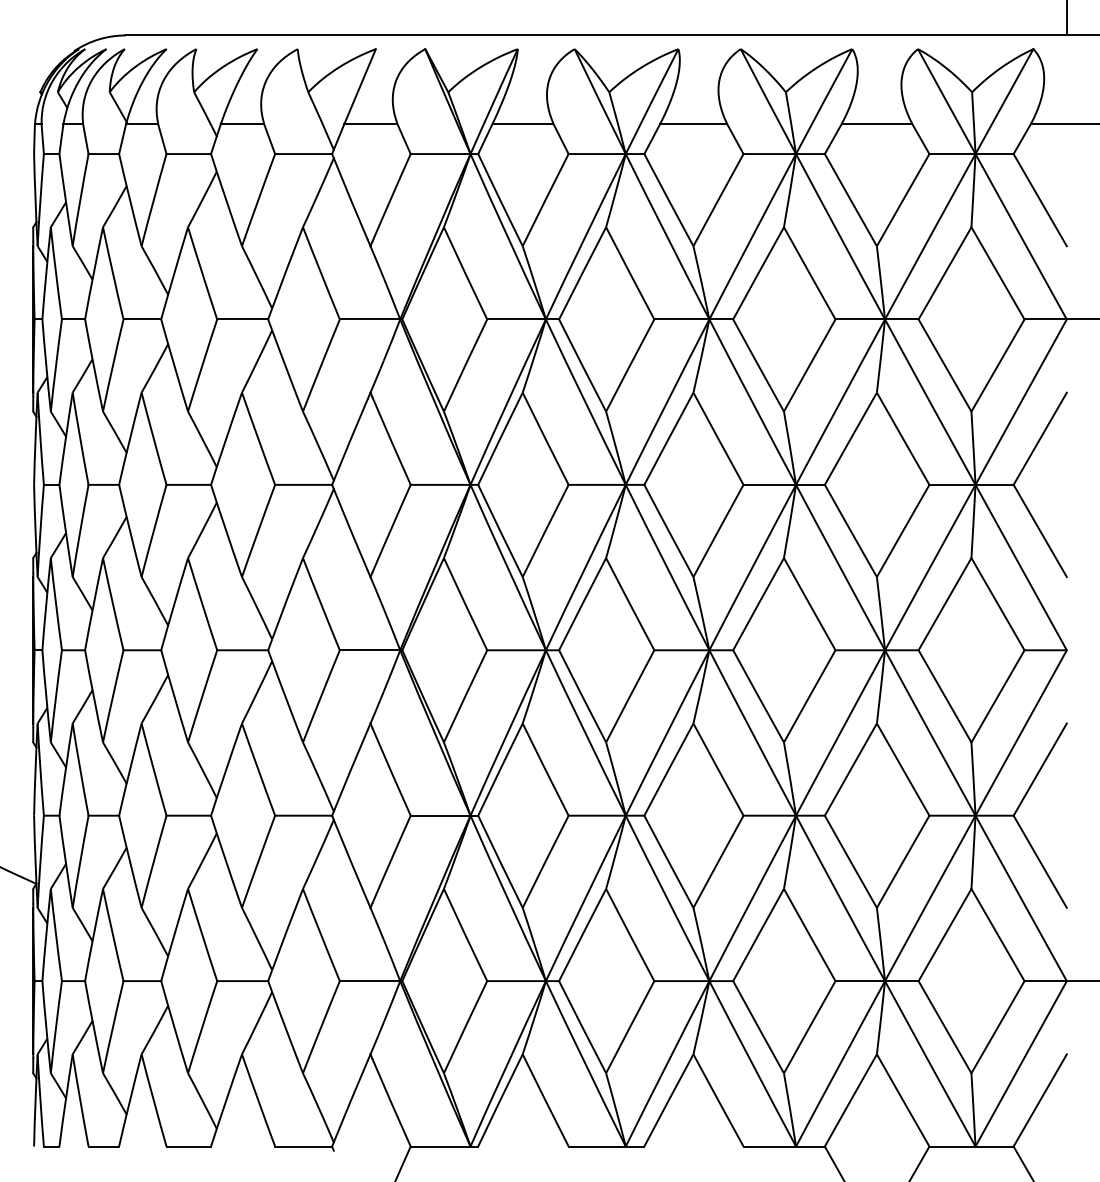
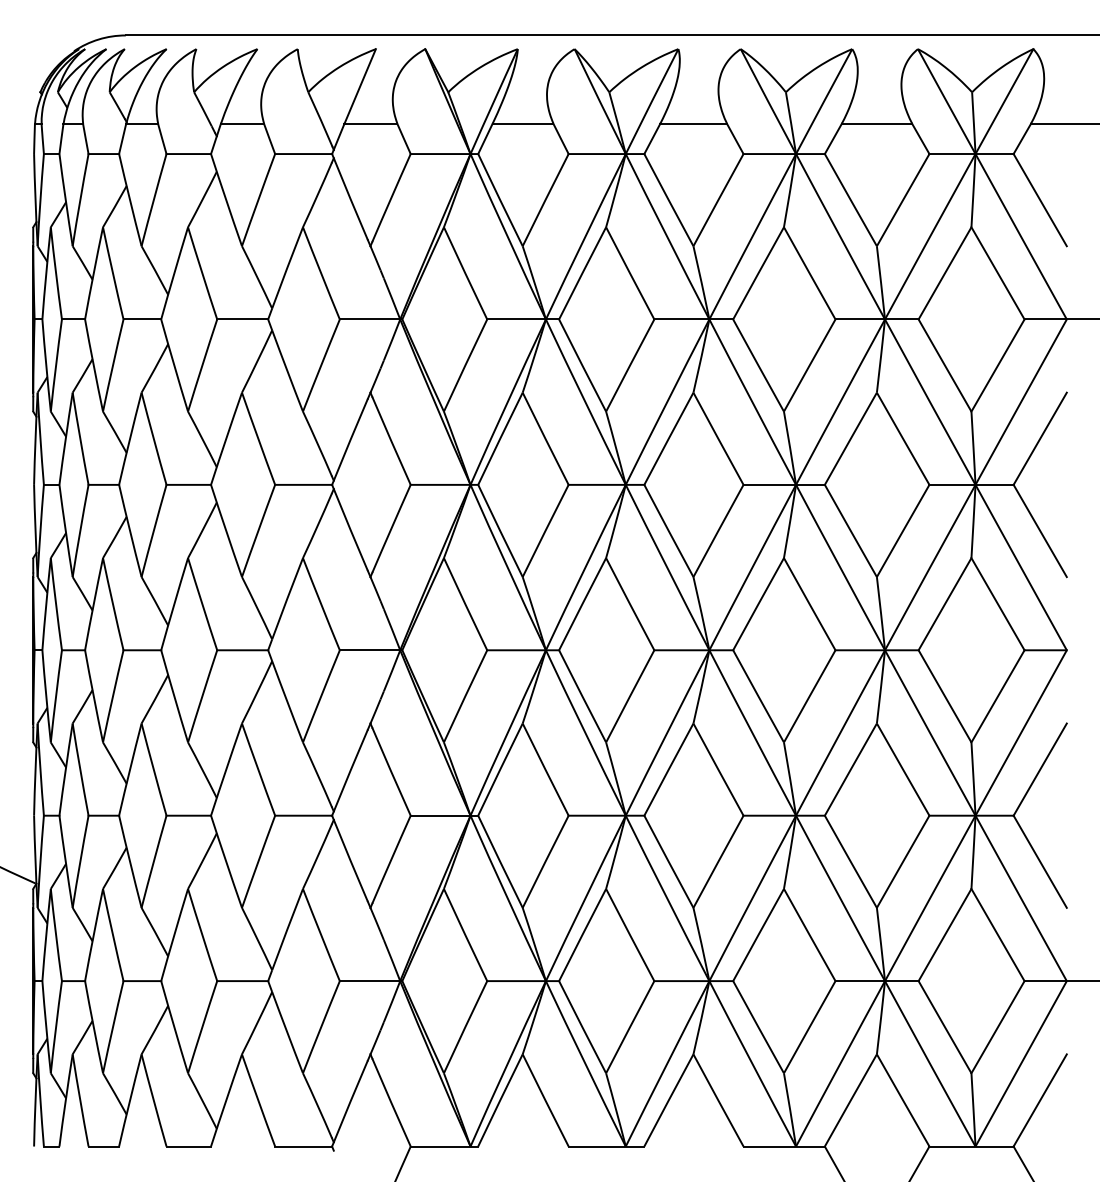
line at (1066, 18): present -> none
